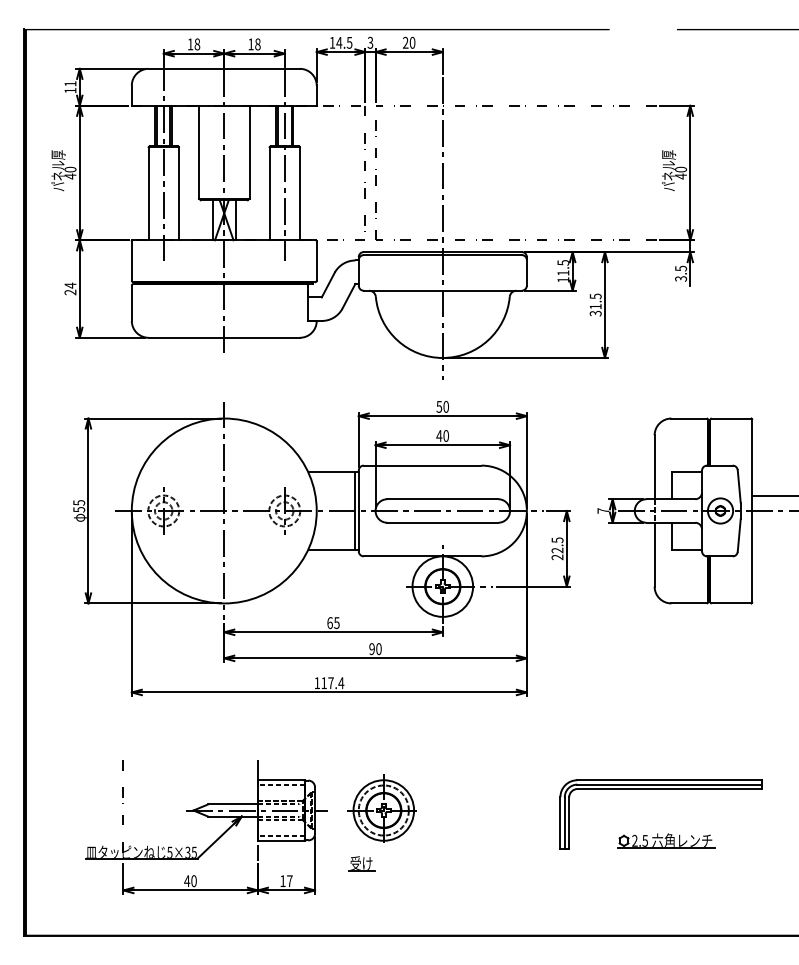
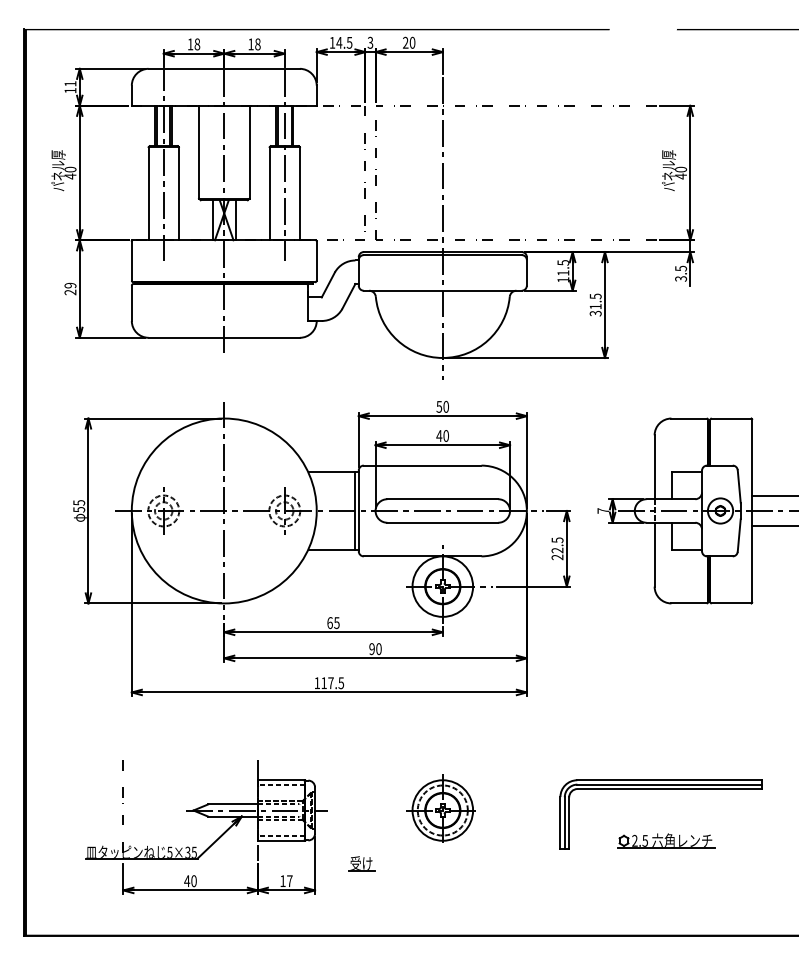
text at (70, 285): 24 -> 29
line at (773, 526): none -> present
text at (341, 683): 117.4 -> 117.5
part at (381, 808) position: (381, 808) -> (440, 808)
